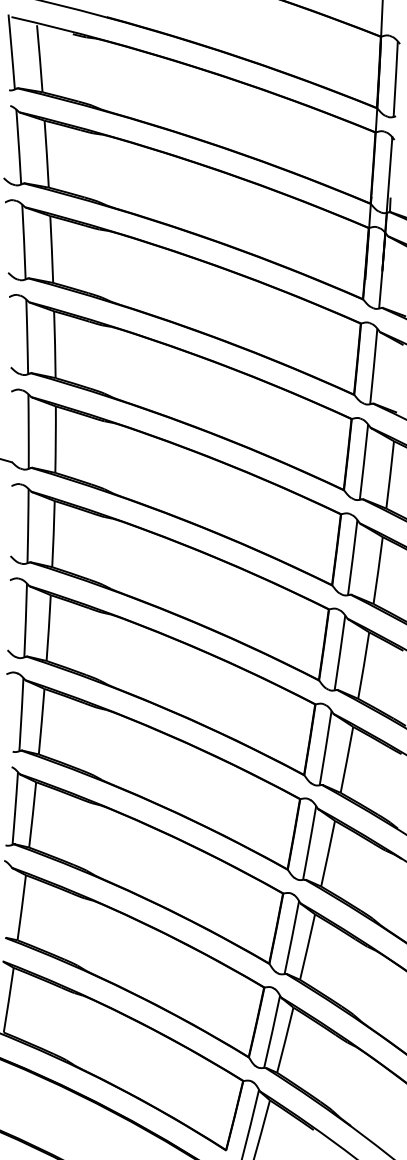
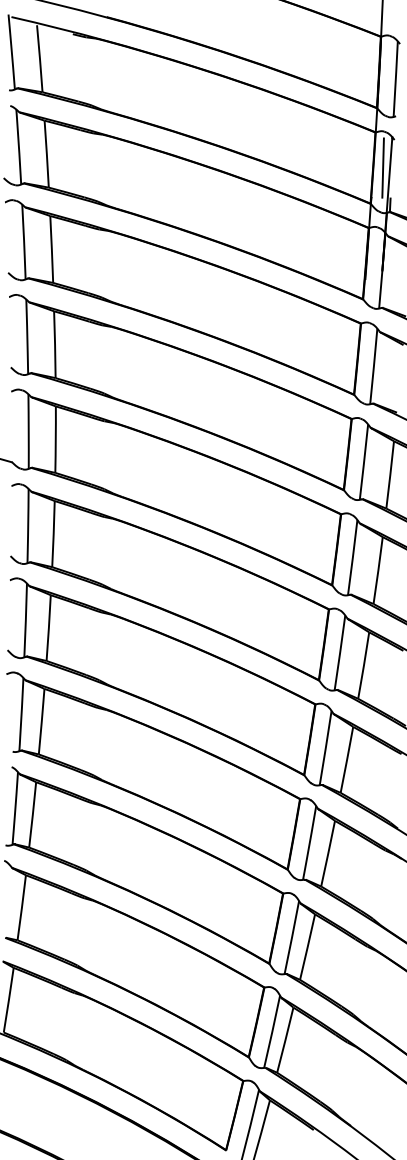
line at (382, 167): none -> present
